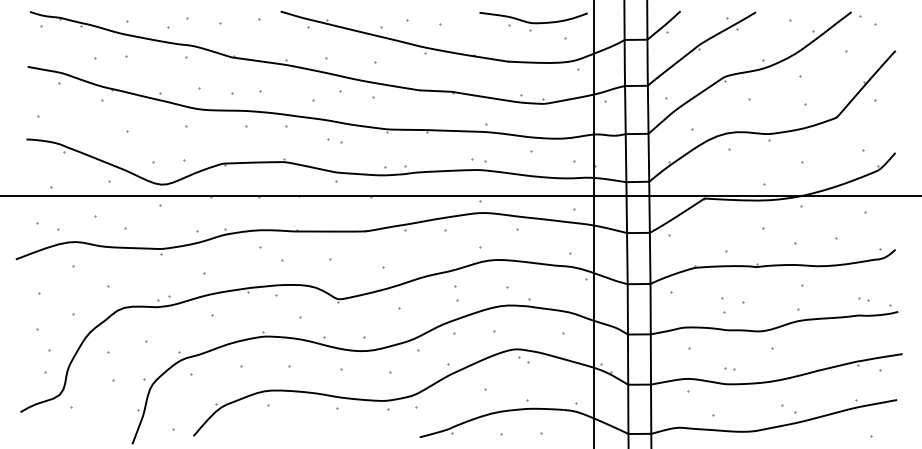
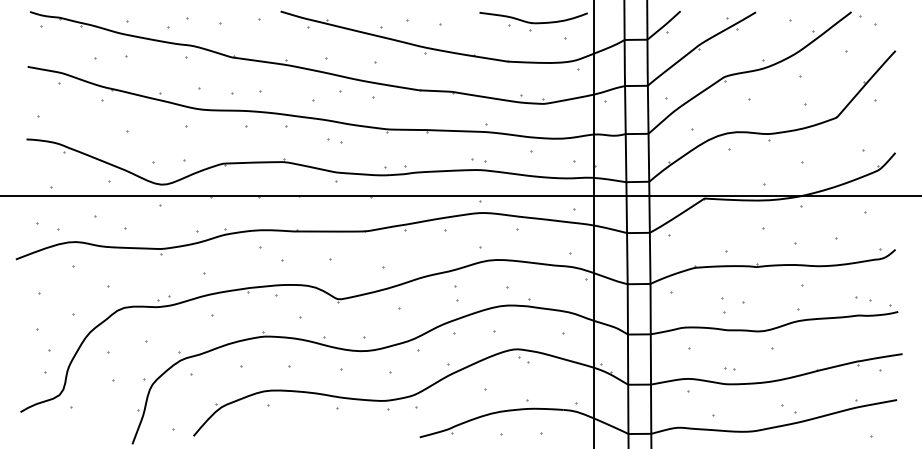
part at (863, 299) size: 12x5 px -> 17x6 px
